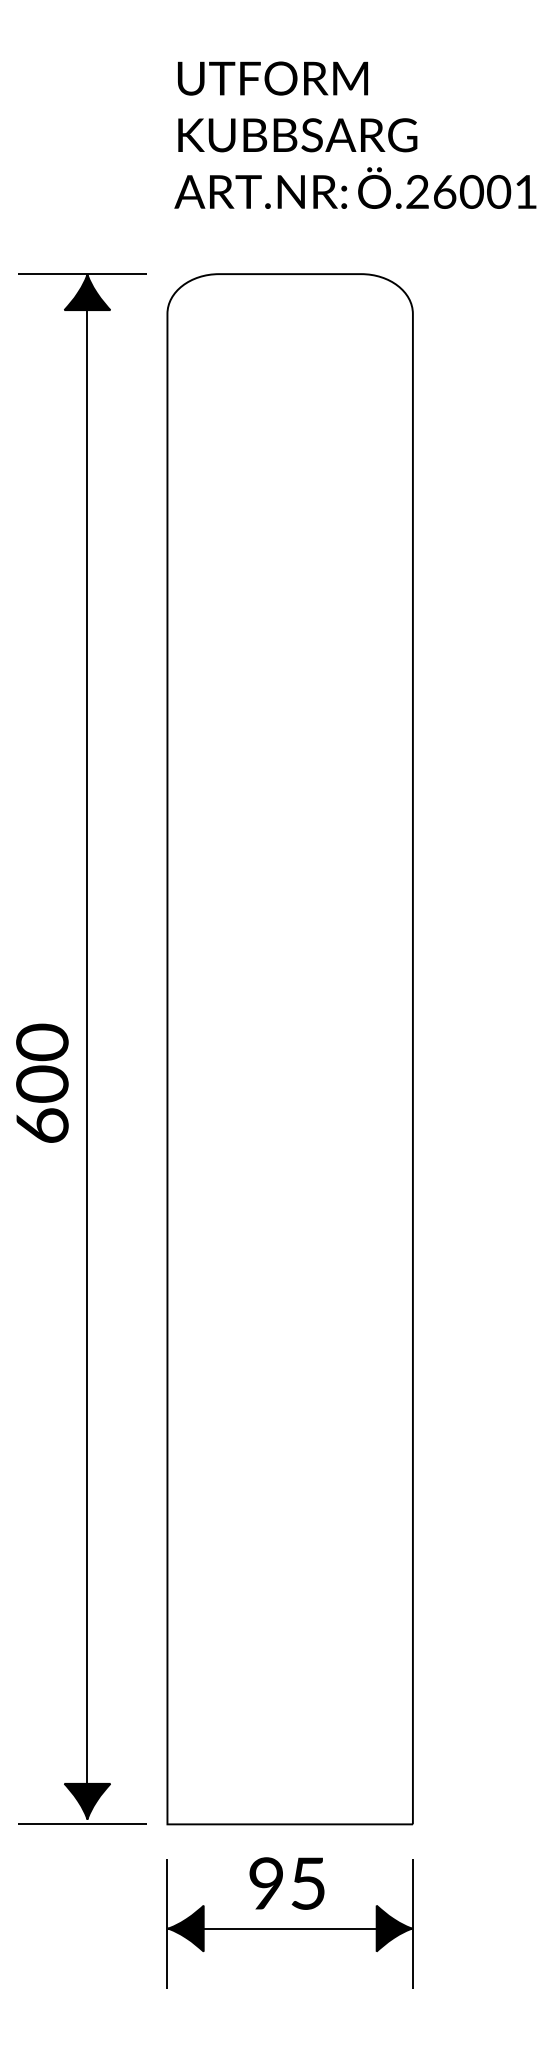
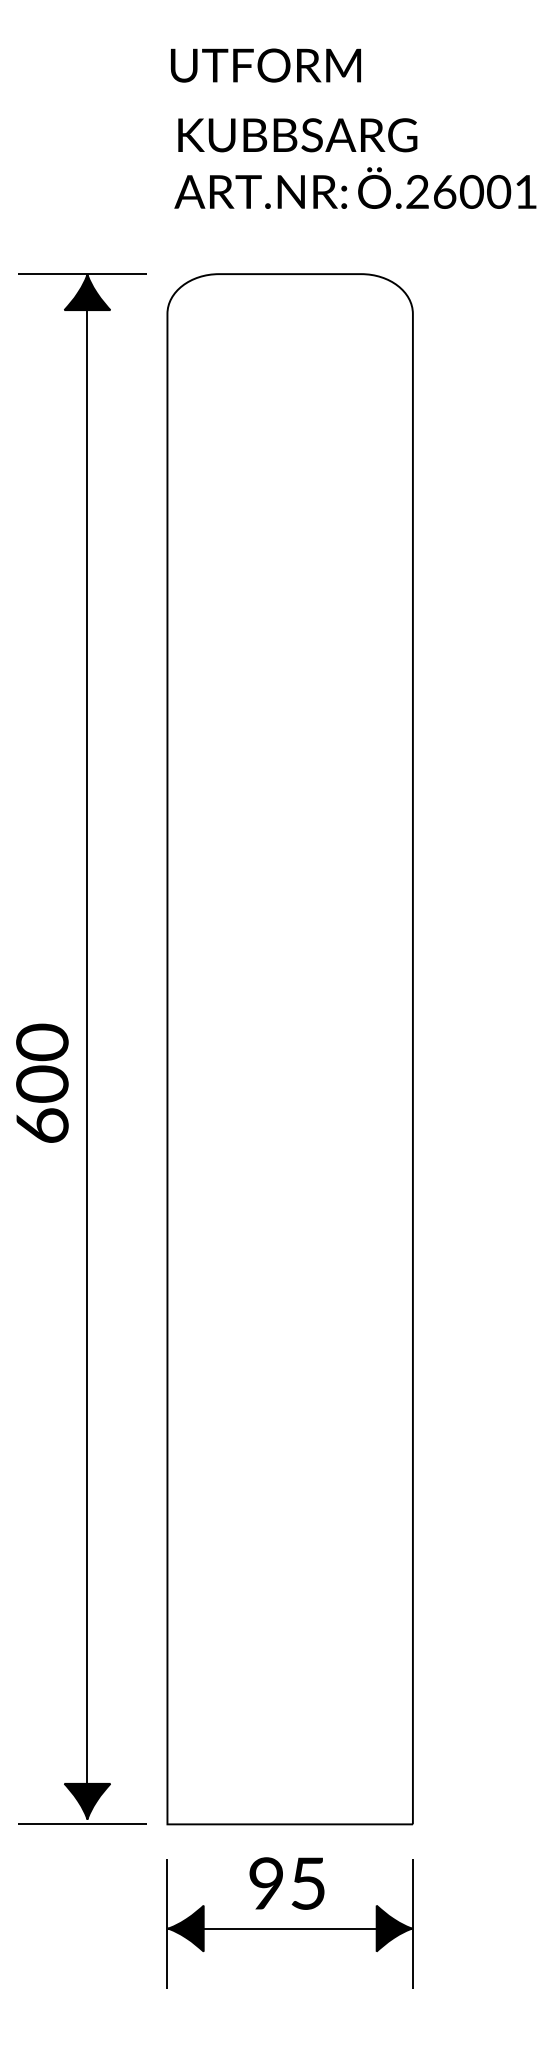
text at (272, 78) position: (272, 78) -> (265, 65)
